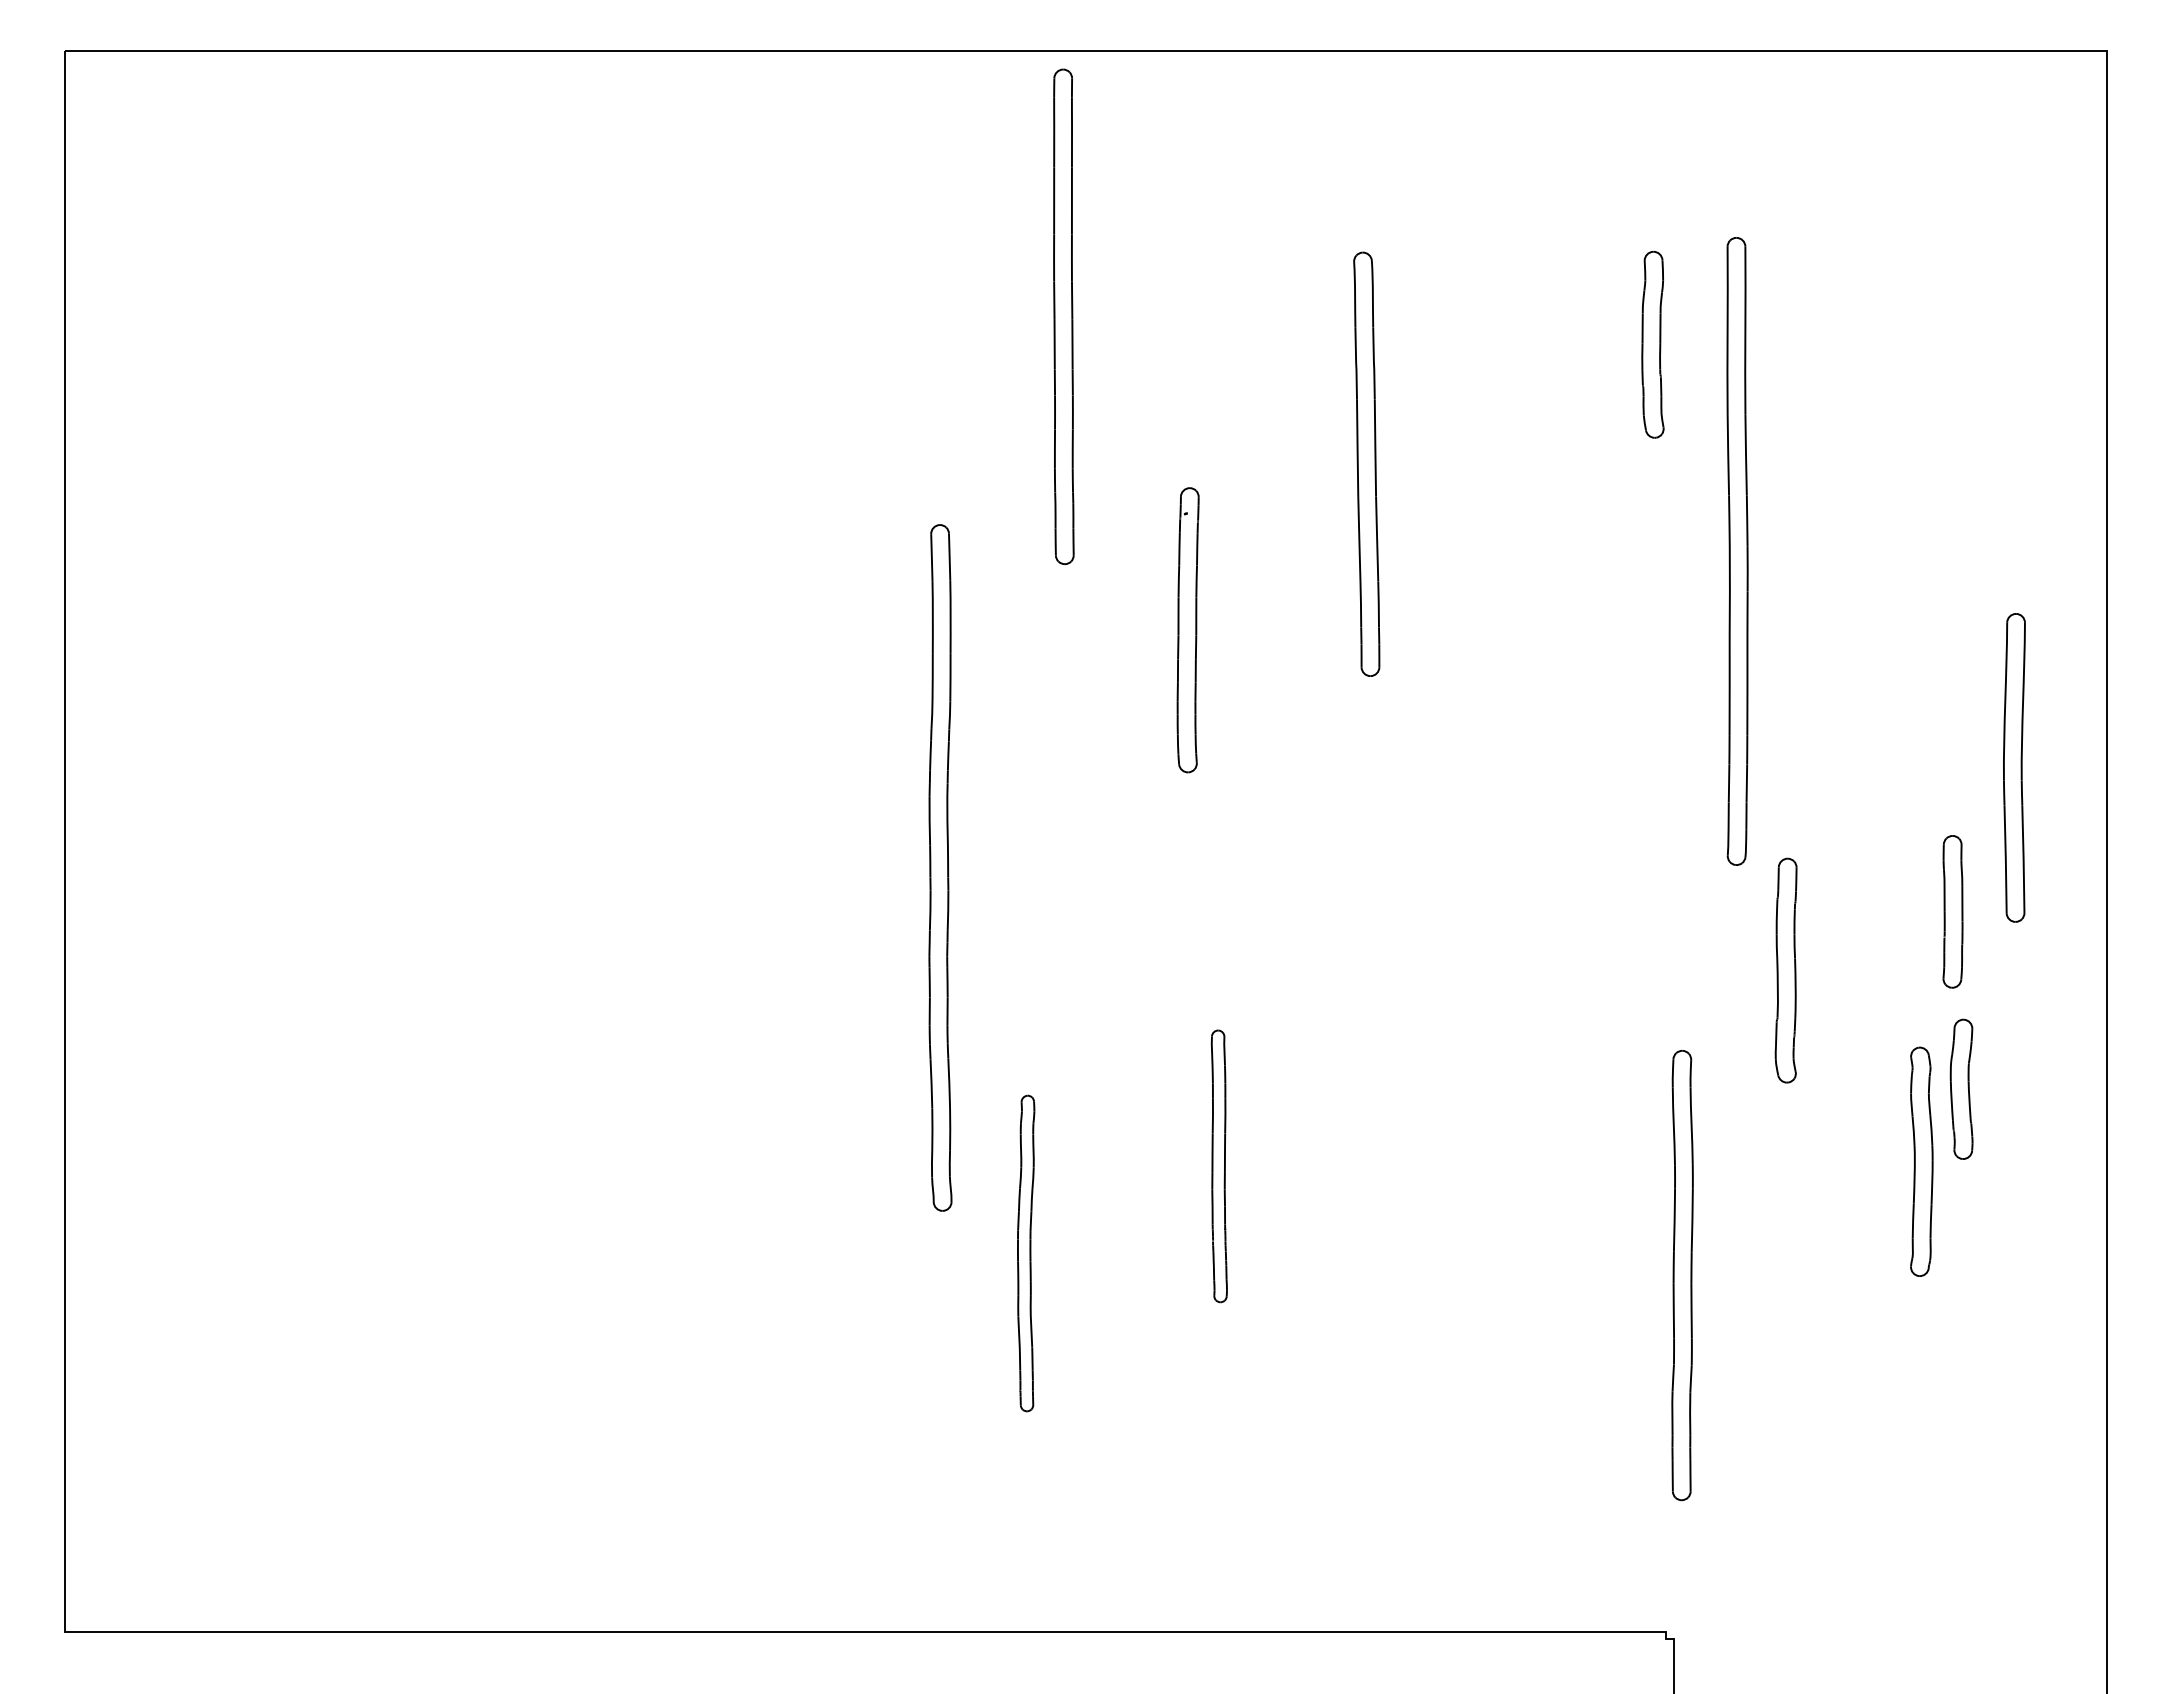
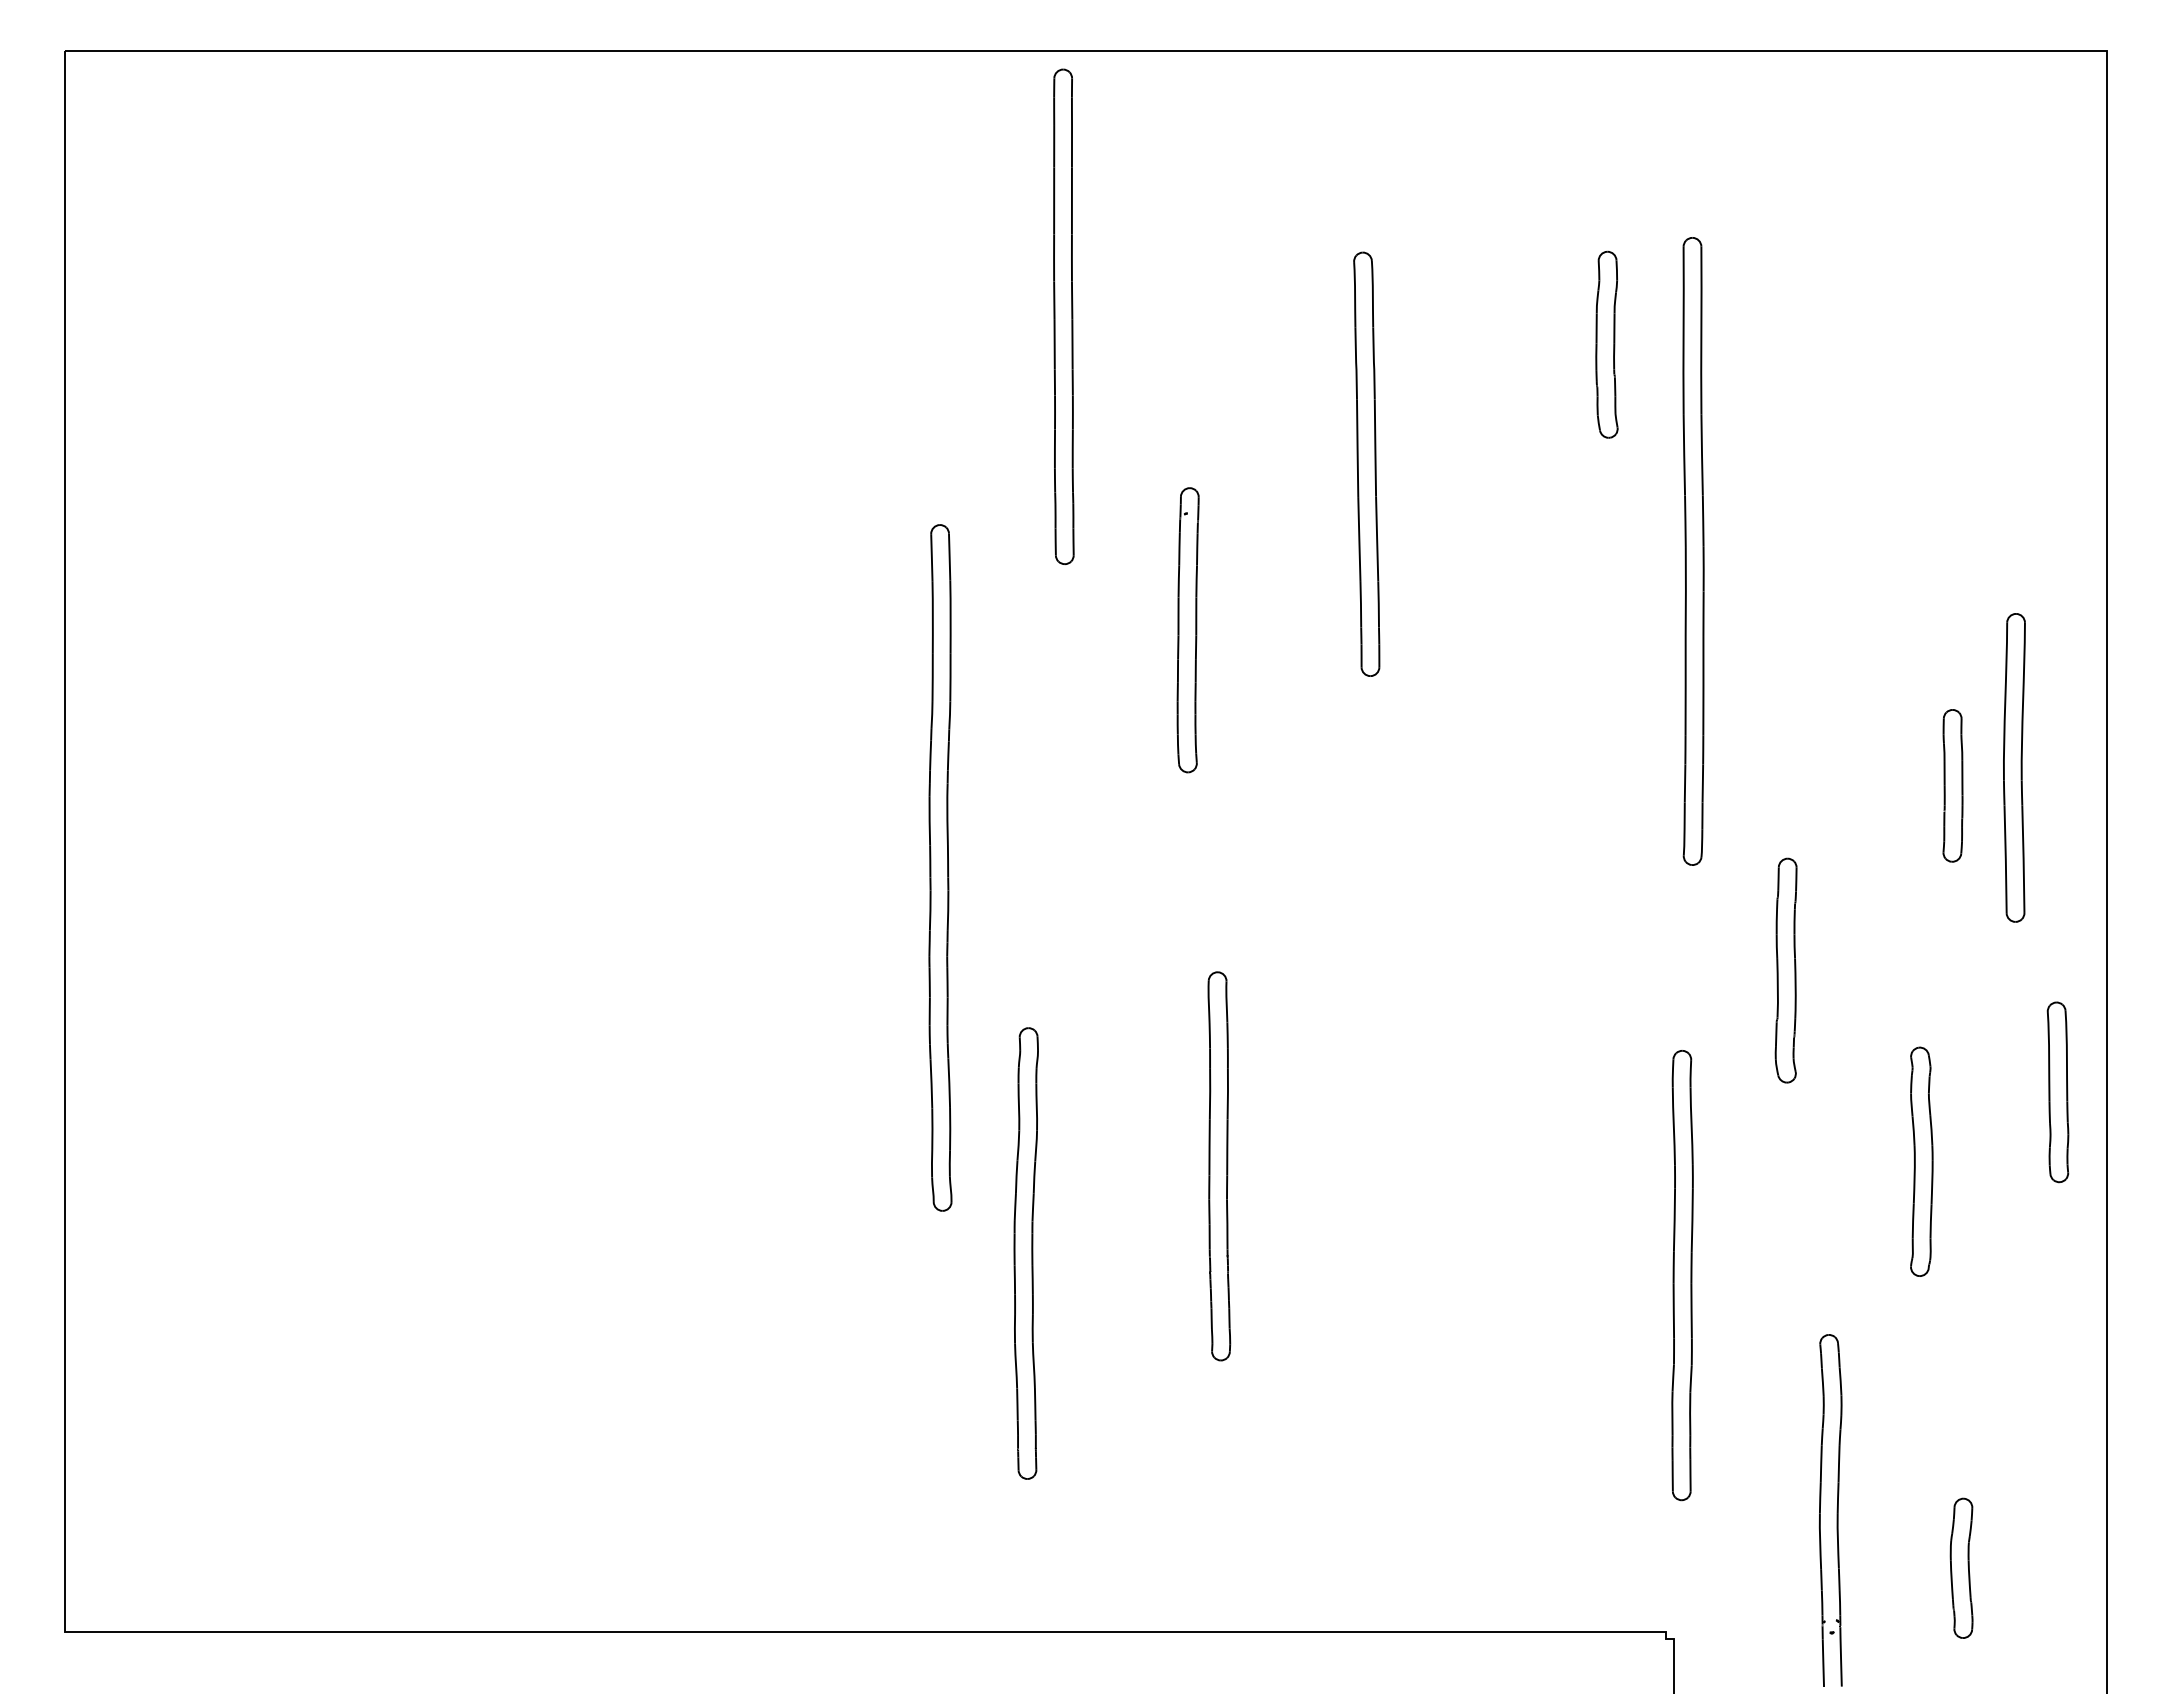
part at (1652, 344) position: (1652, 344) -> (1606, 344)
part at (1737, 551) position: (1737, 551) -> (1693, 551)
part at (1952, 911) position: (1952, 911) -> (1952, 785)
part at (1961, 1088) position: (1961, 1088) -> (1961, 1567)
part at (2057, 1092): none -> present
part at (1218, 1166) size: 18x275 px -> 25x391 px
part at (1026, 1253) size: 19x319 px -> 26x453 px
part at (1830, 1510): none -> present
